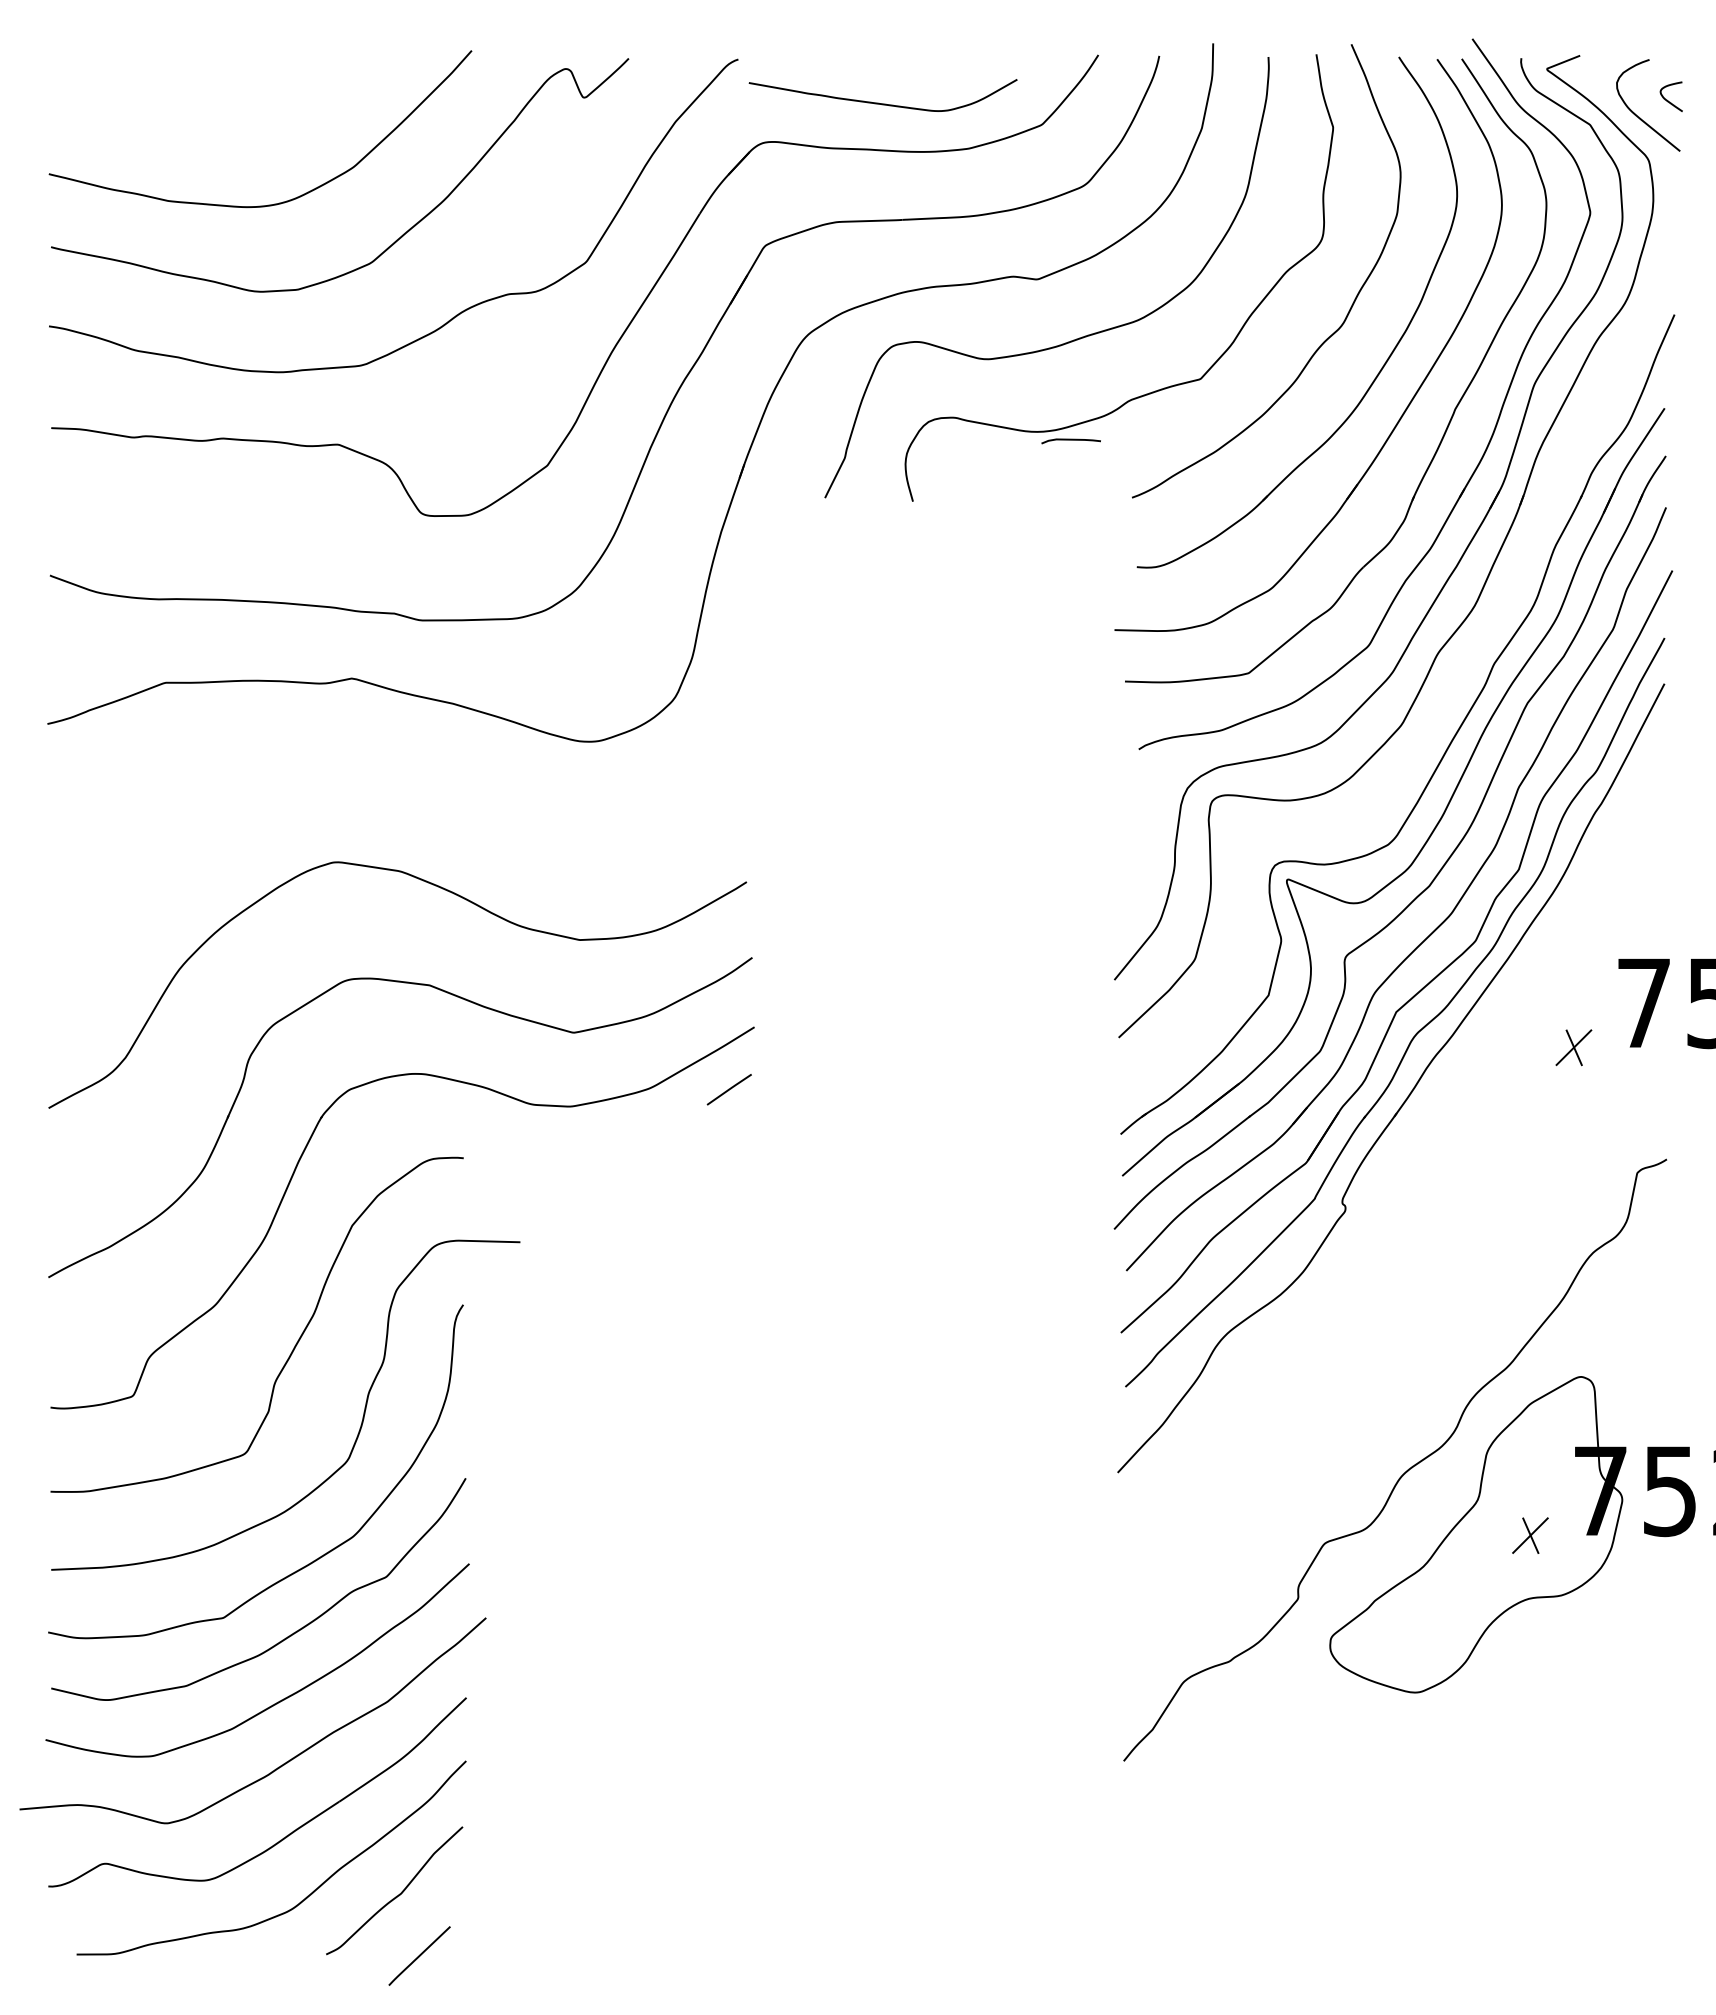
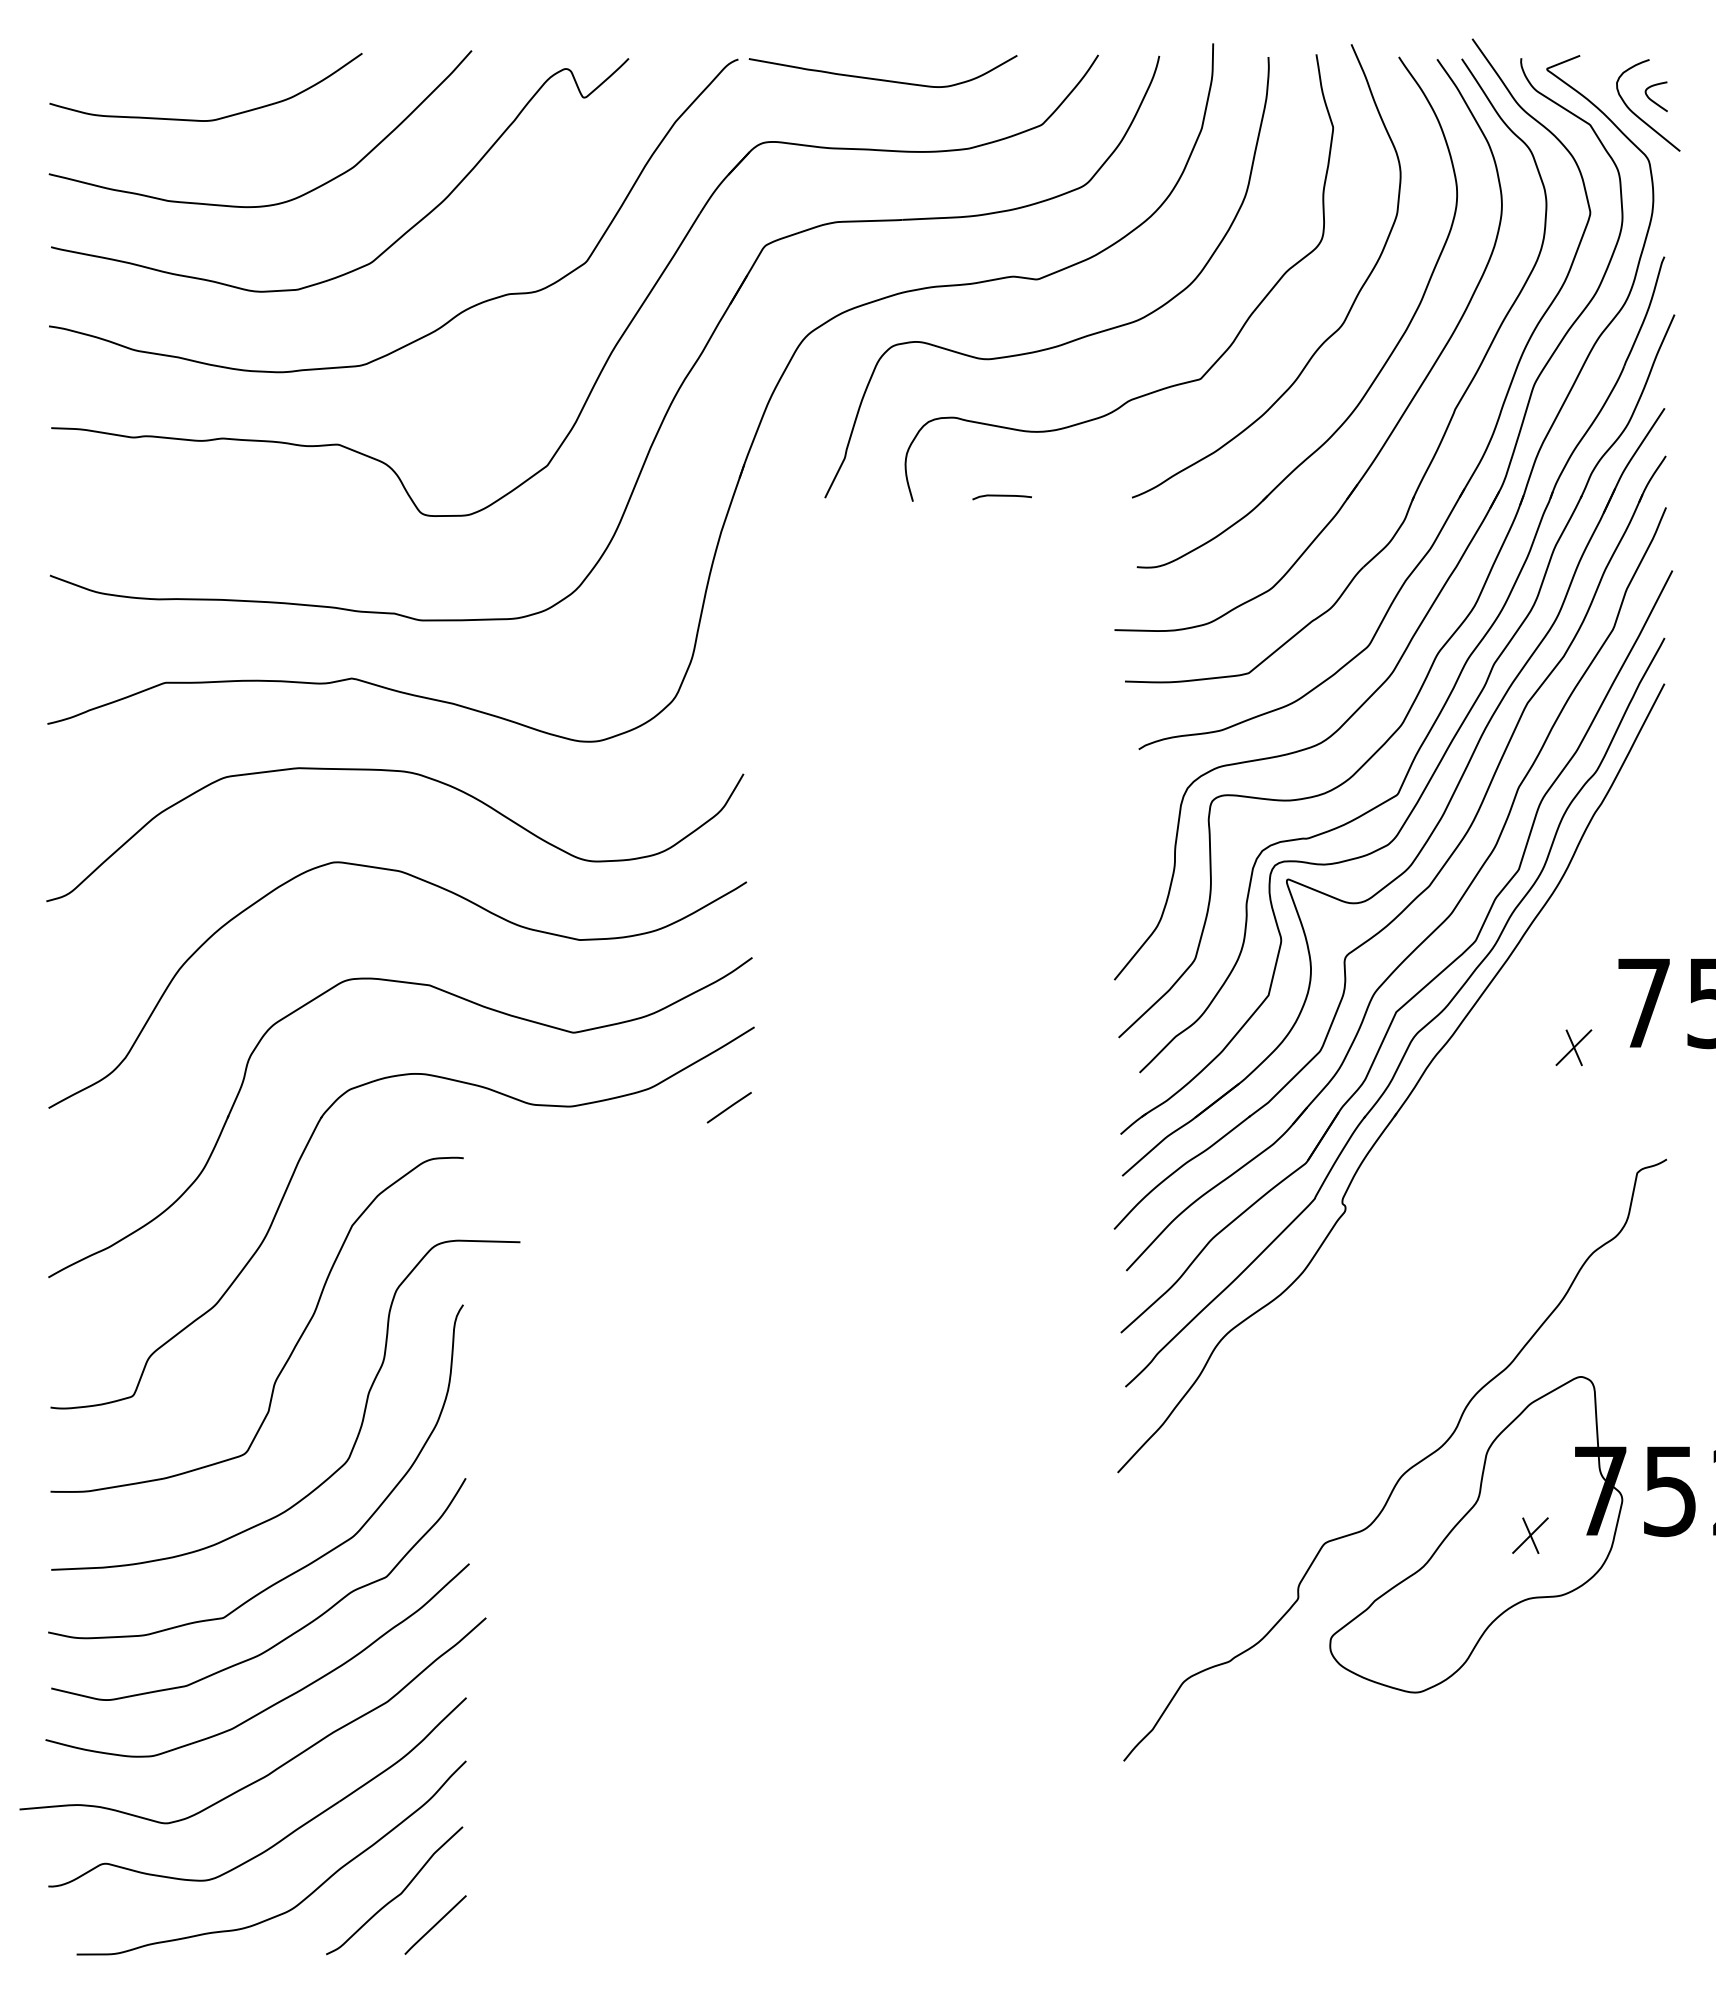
curve at (1667, 99) position: (1667, 99) -> (1652, 99)
curve at (882, 103) position: (882, 103) -> (882, 79)
curve at (209, 119): none -> present
curve at (1070, 440) position: (1070, 440) -> (1001, 496)
part at (1451, 689): none -> present
curve at (400, 772): none -> present
line at (728, 1089) position: (728, 1089) -> (728, 1107)
line at (419, 1955) position: (419, 1955) -> (435, 1924)
